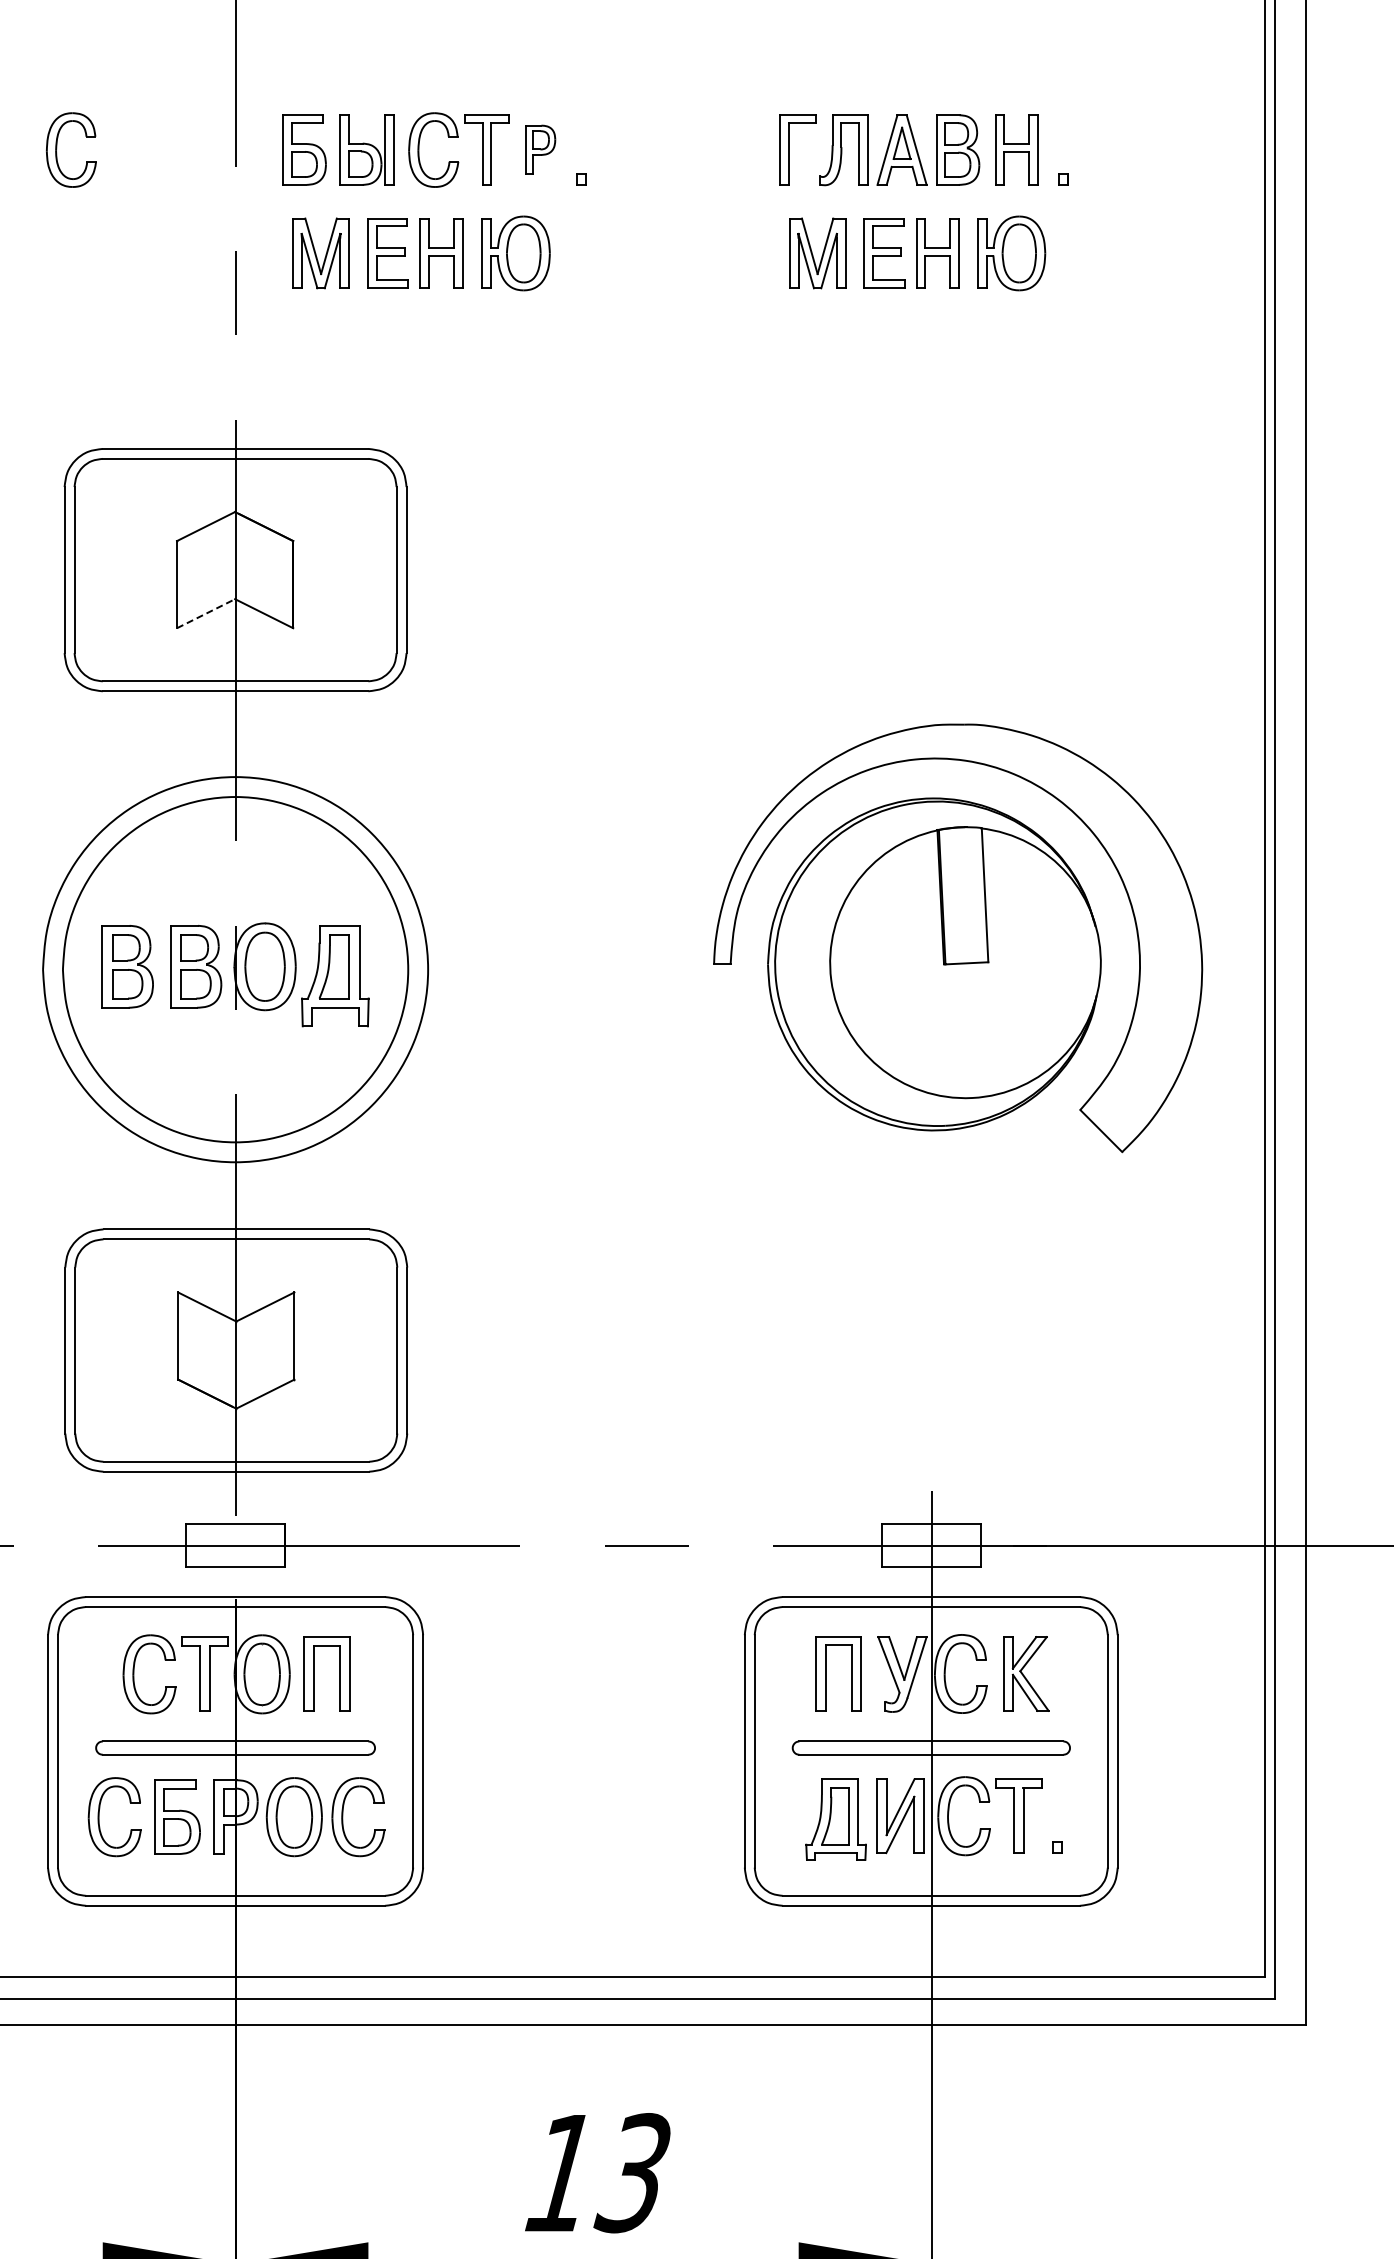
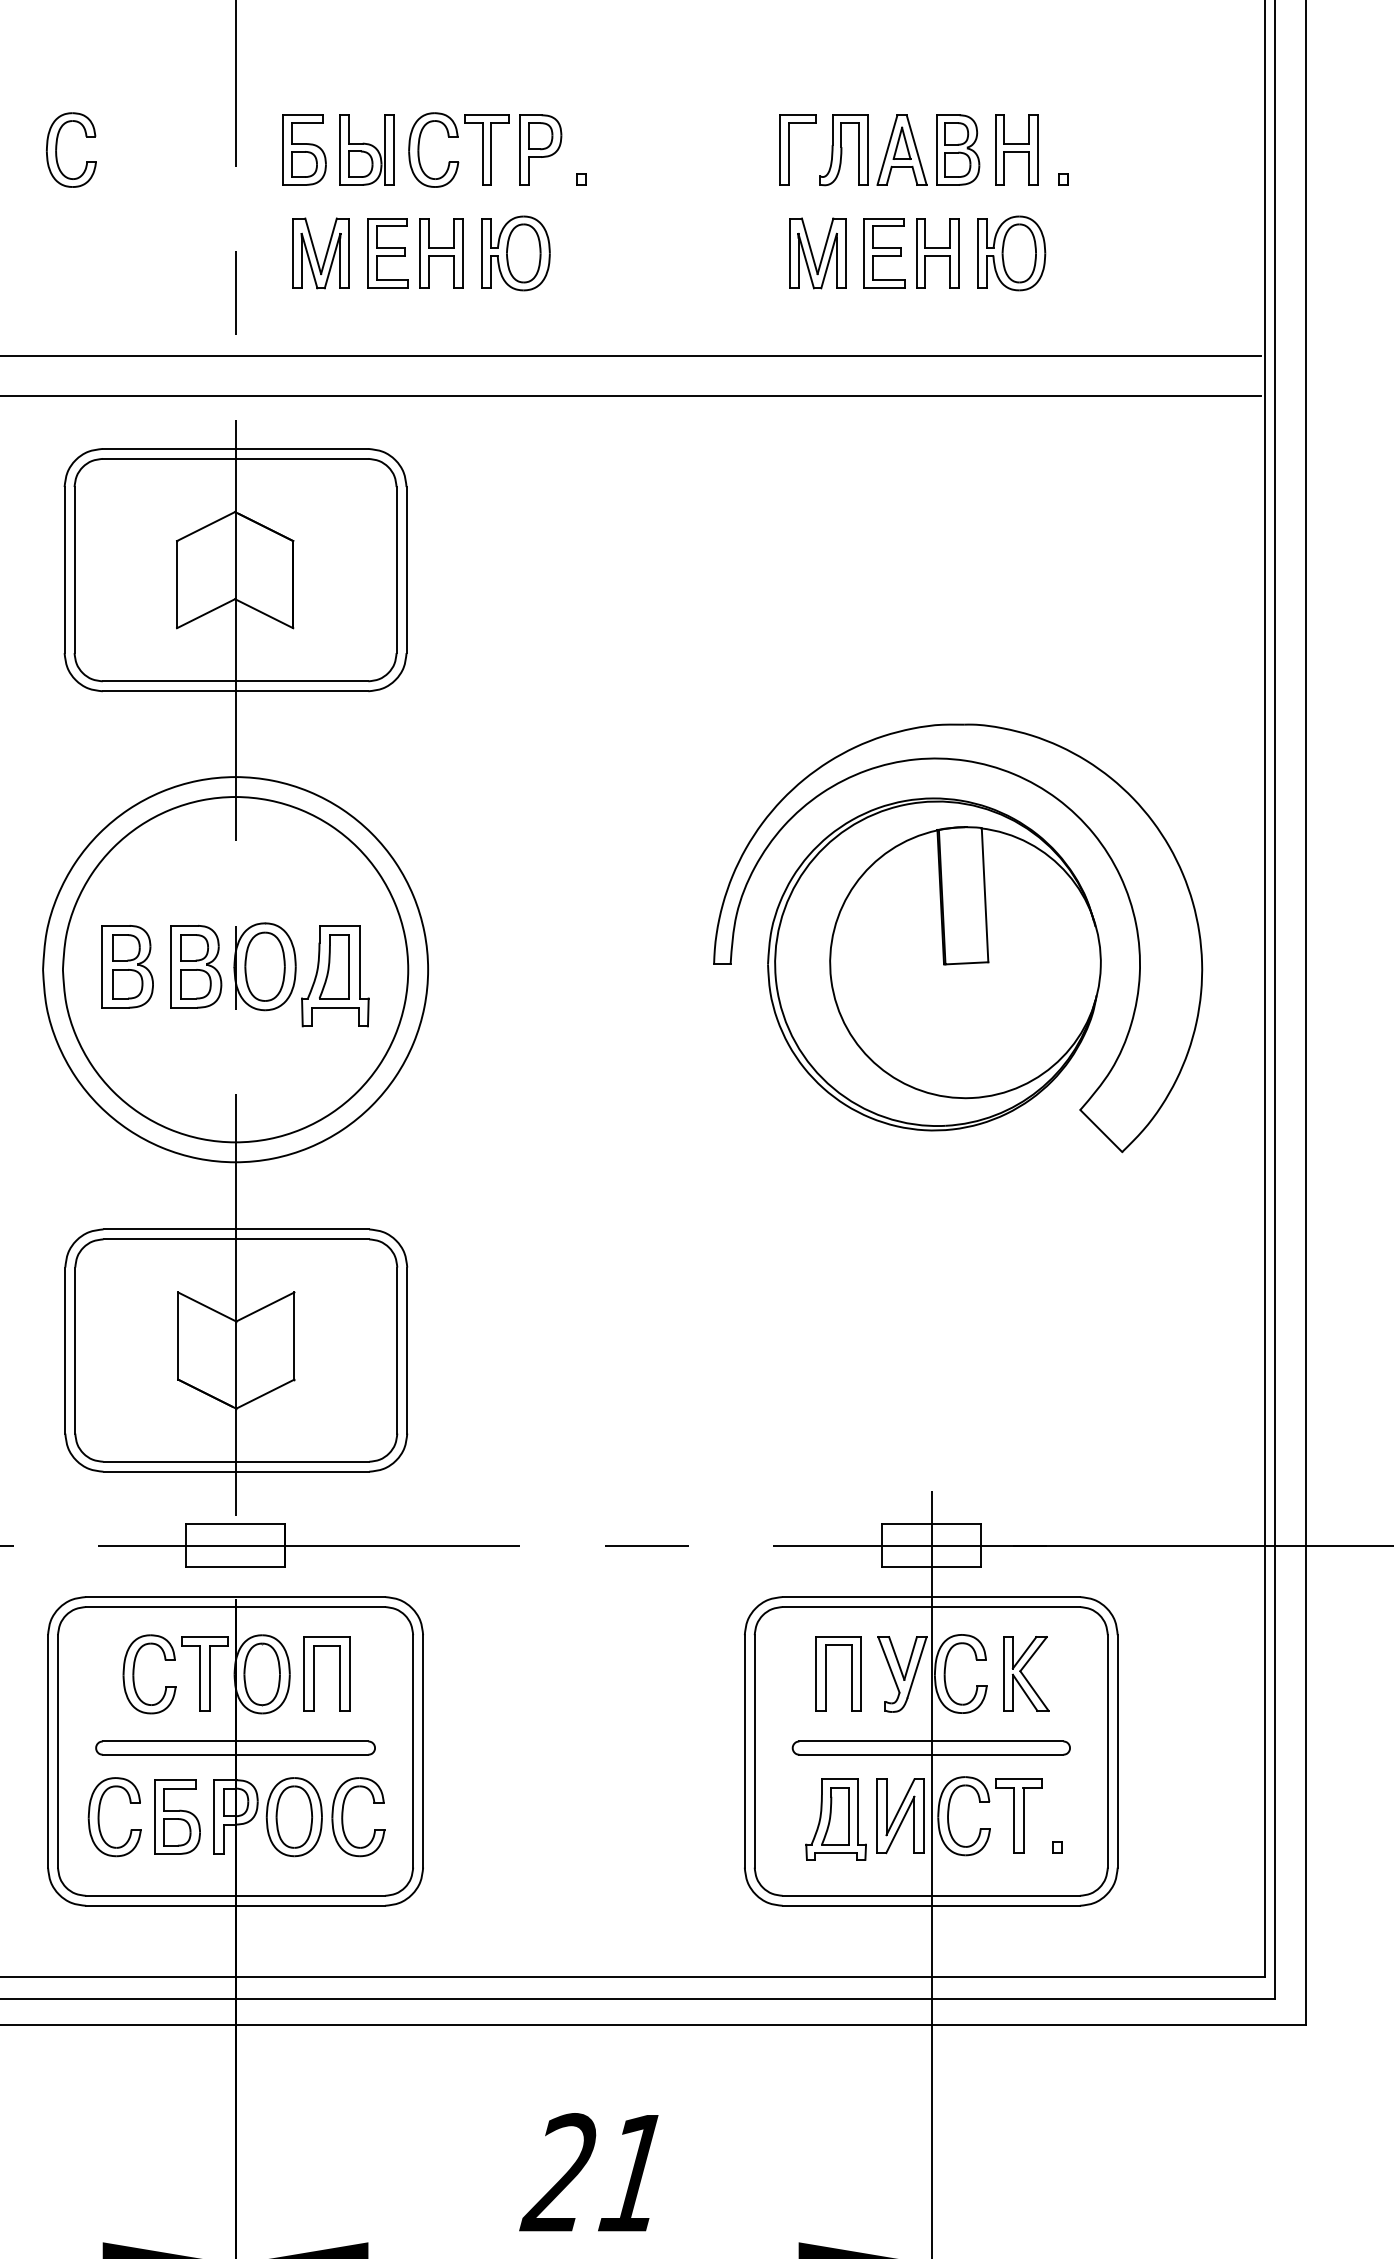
part at (540, 149) size: 32x51 px -> 44x72 px
line at (631, 355): none -> present
line at (631, 395): none -> present
line at (206, 613): dashed -> solid
text at (594, 2173): 13 -> 21
